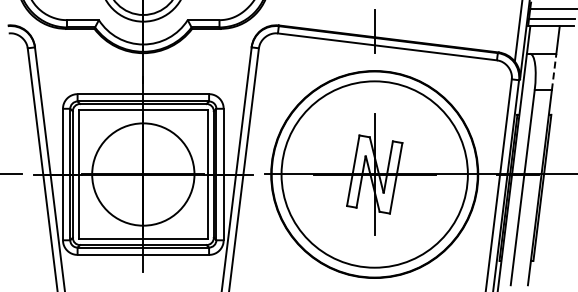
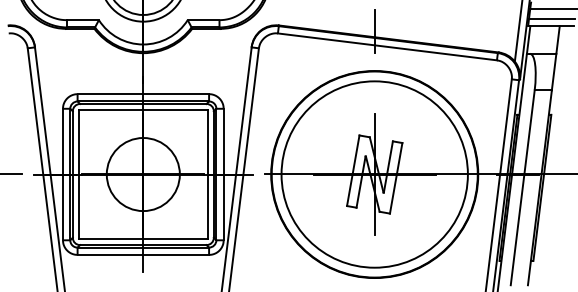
line at (554, 71): dashed -> solid
circle at (143, 174) diameter: 102 px -> 73 px
